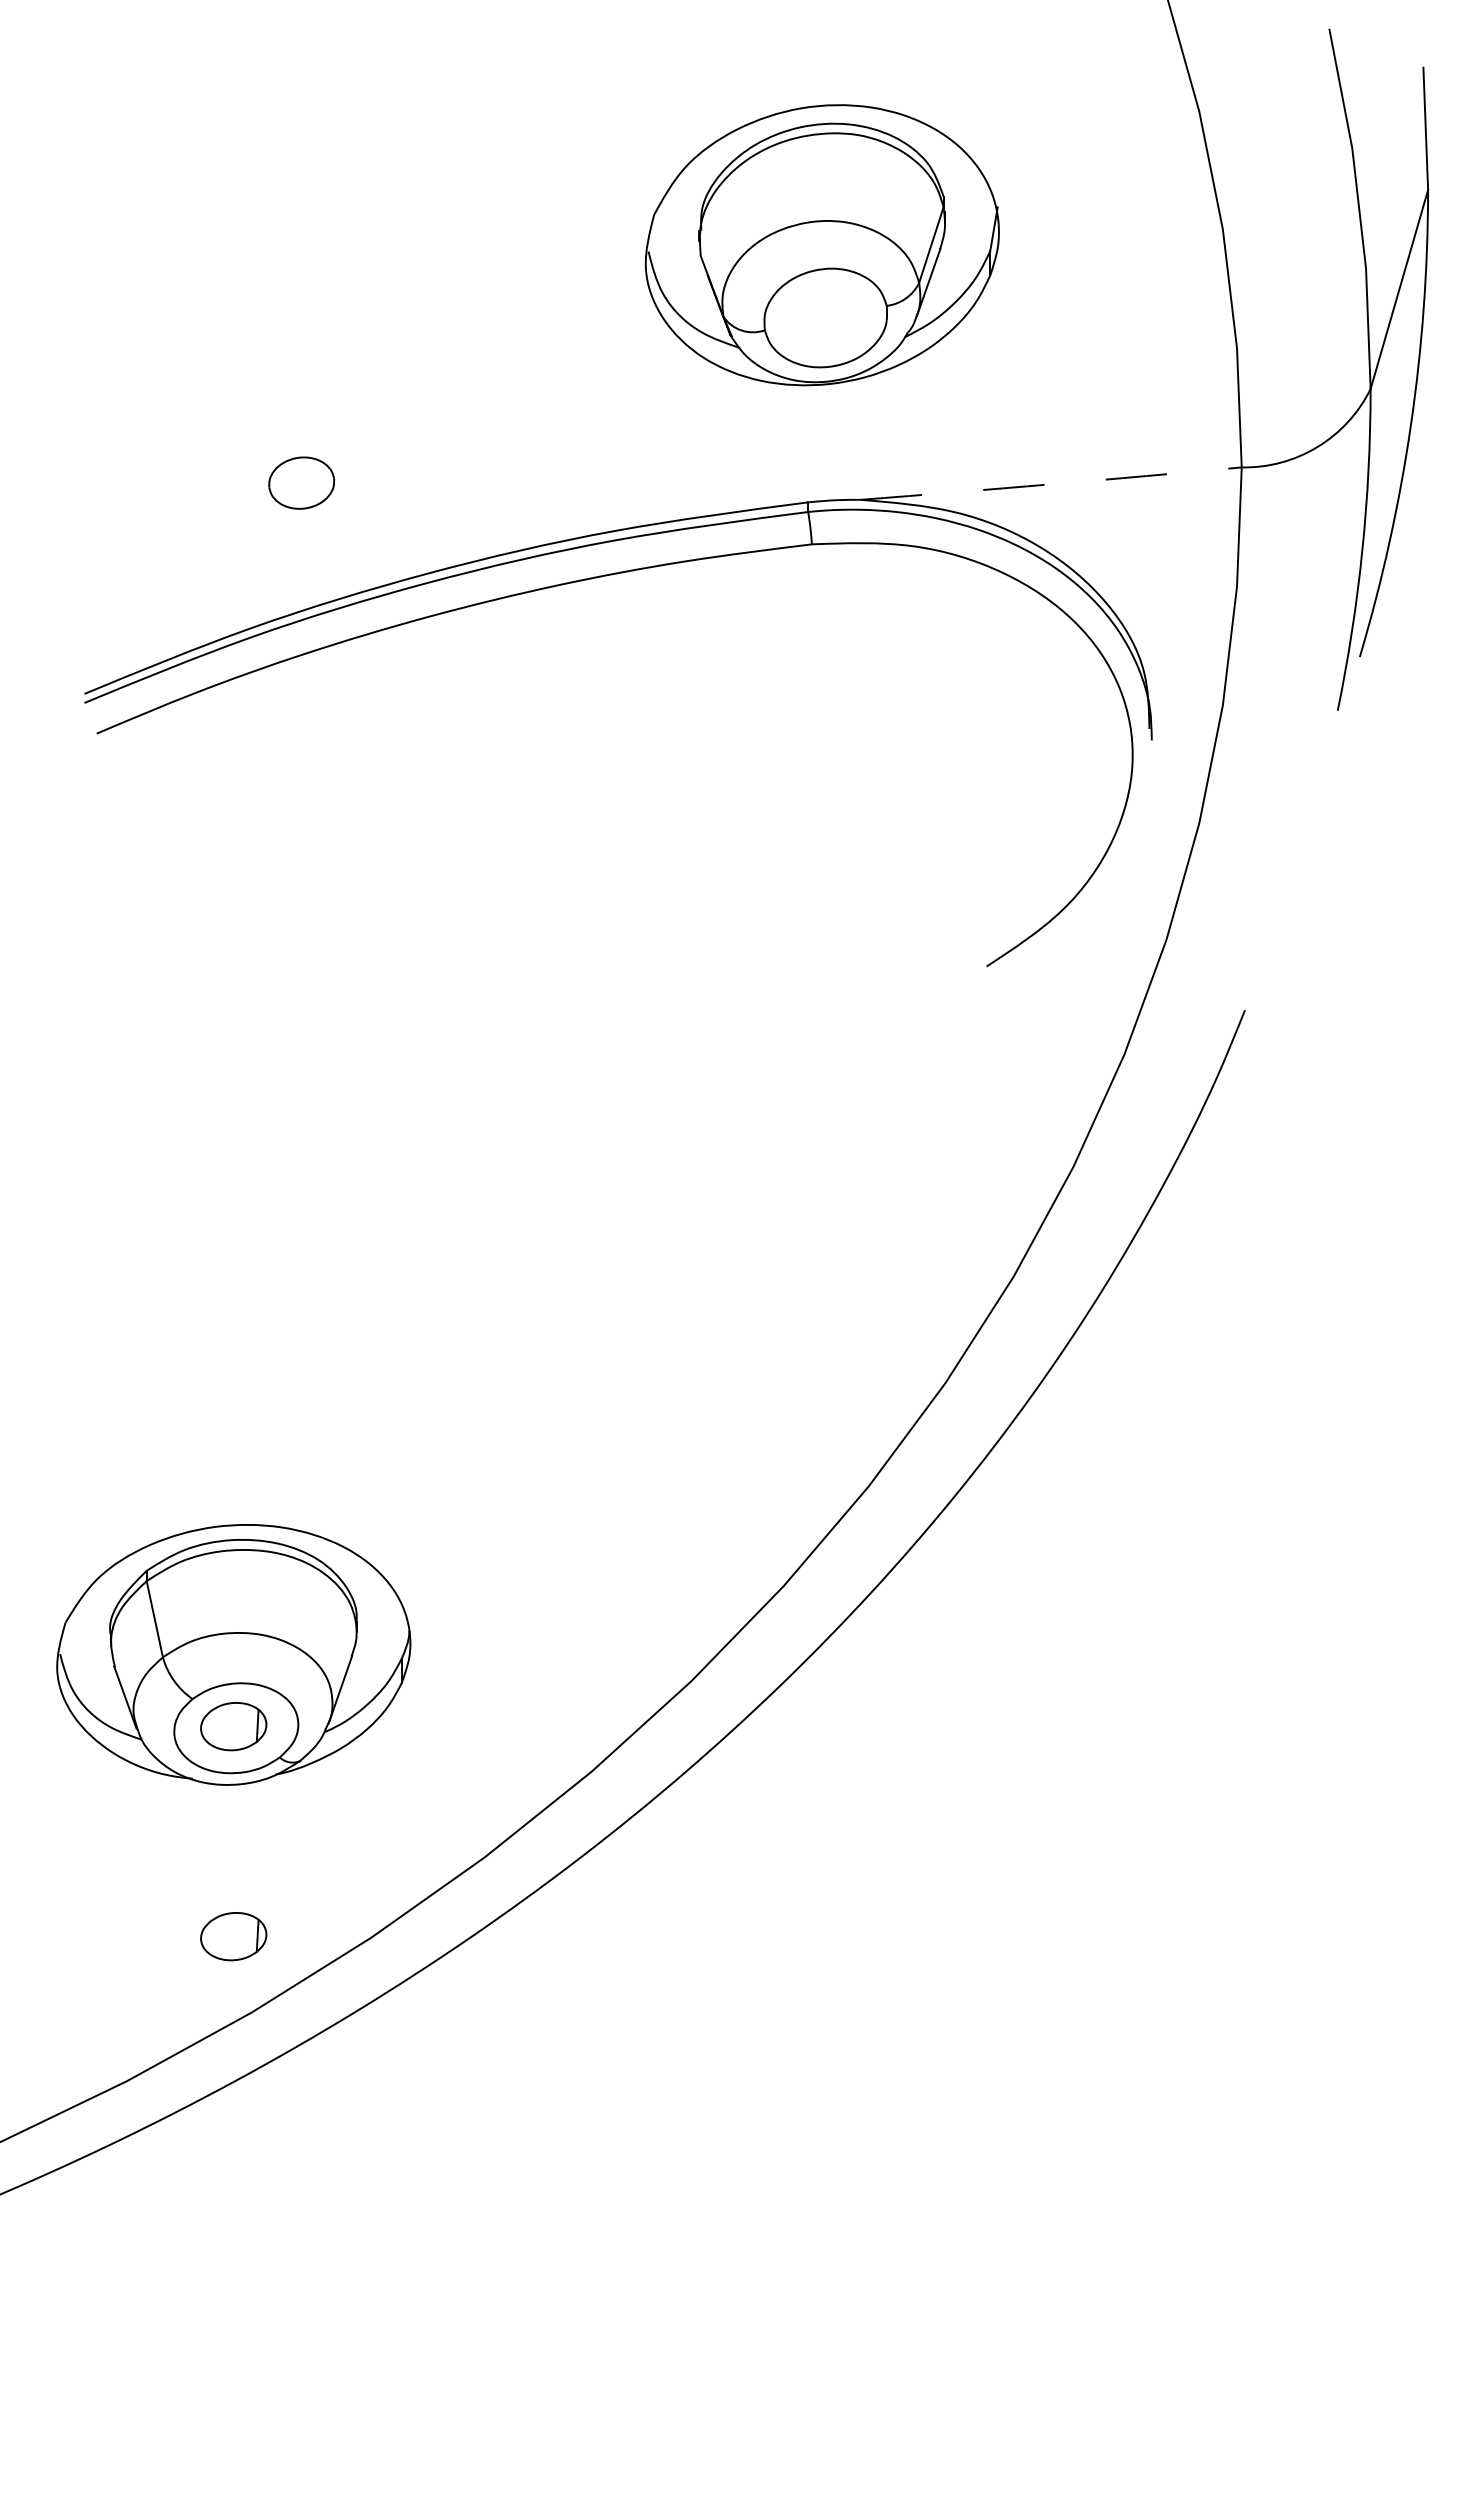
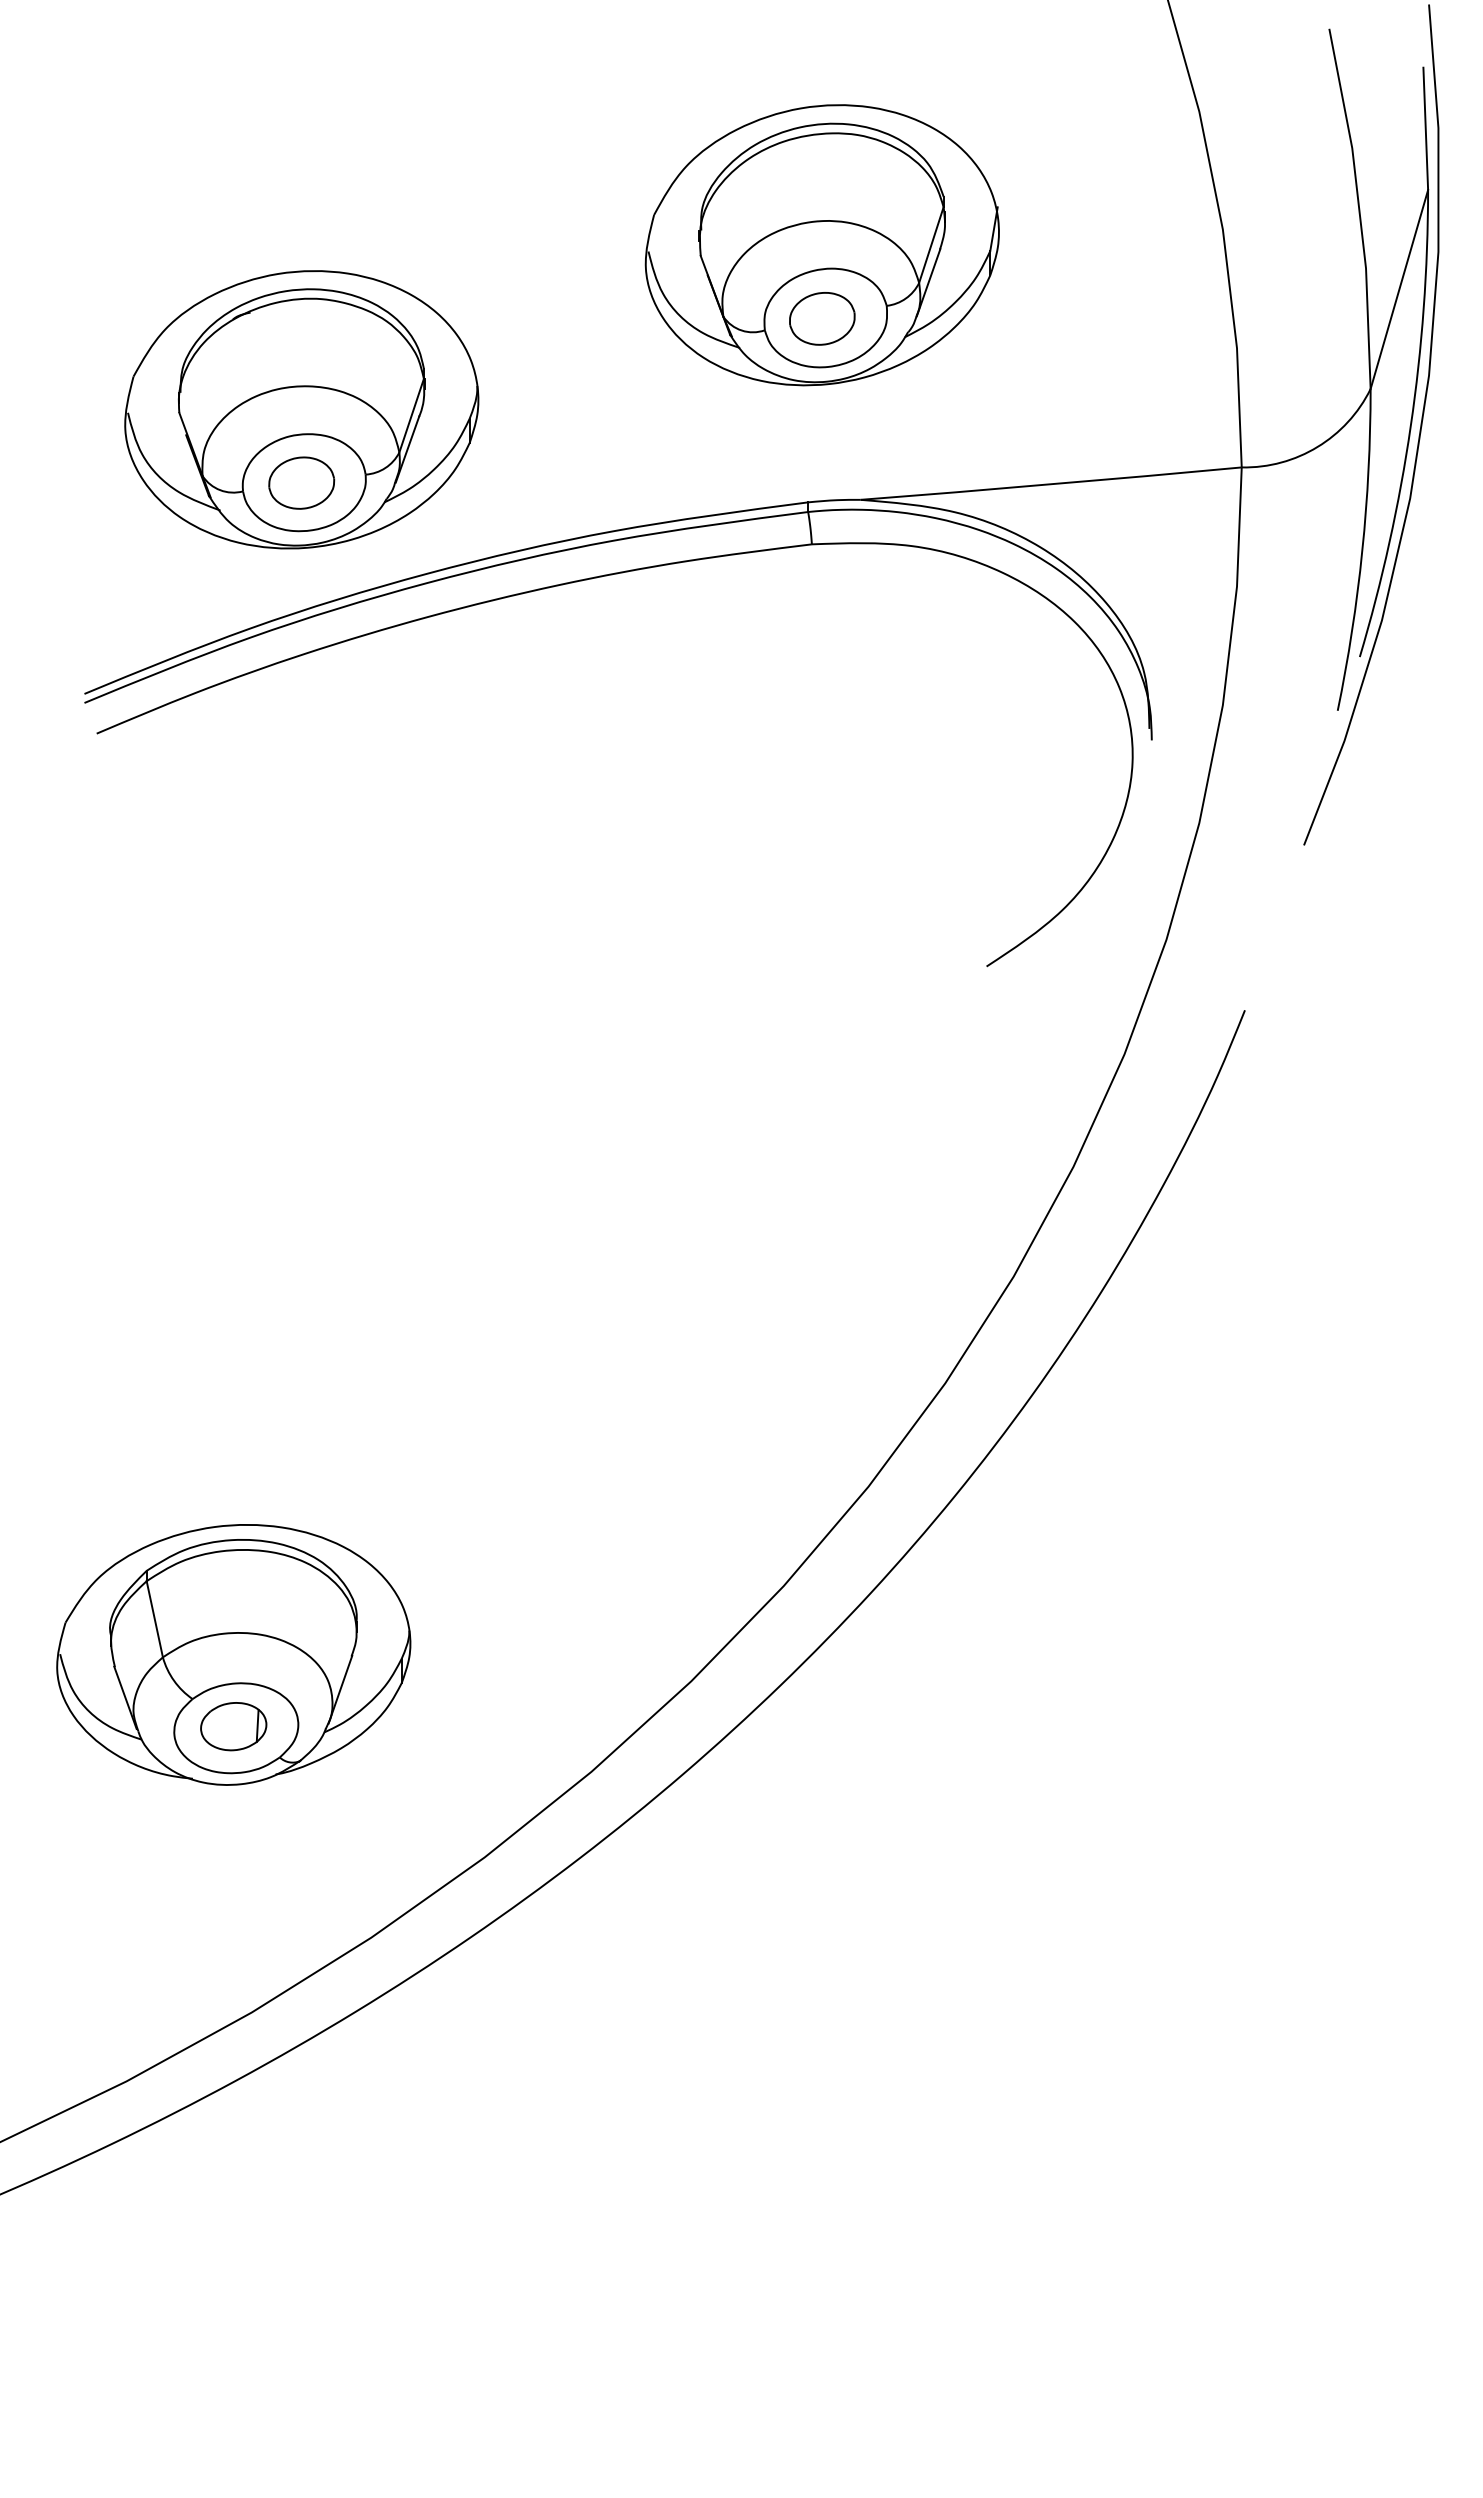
part at (822, 318): none -> present
part at (301, 409): none -> present
curve at (1419, 429): none -> present
arc at (1051, 484): dashed -> solid
part at (233, 1936): present -> none
